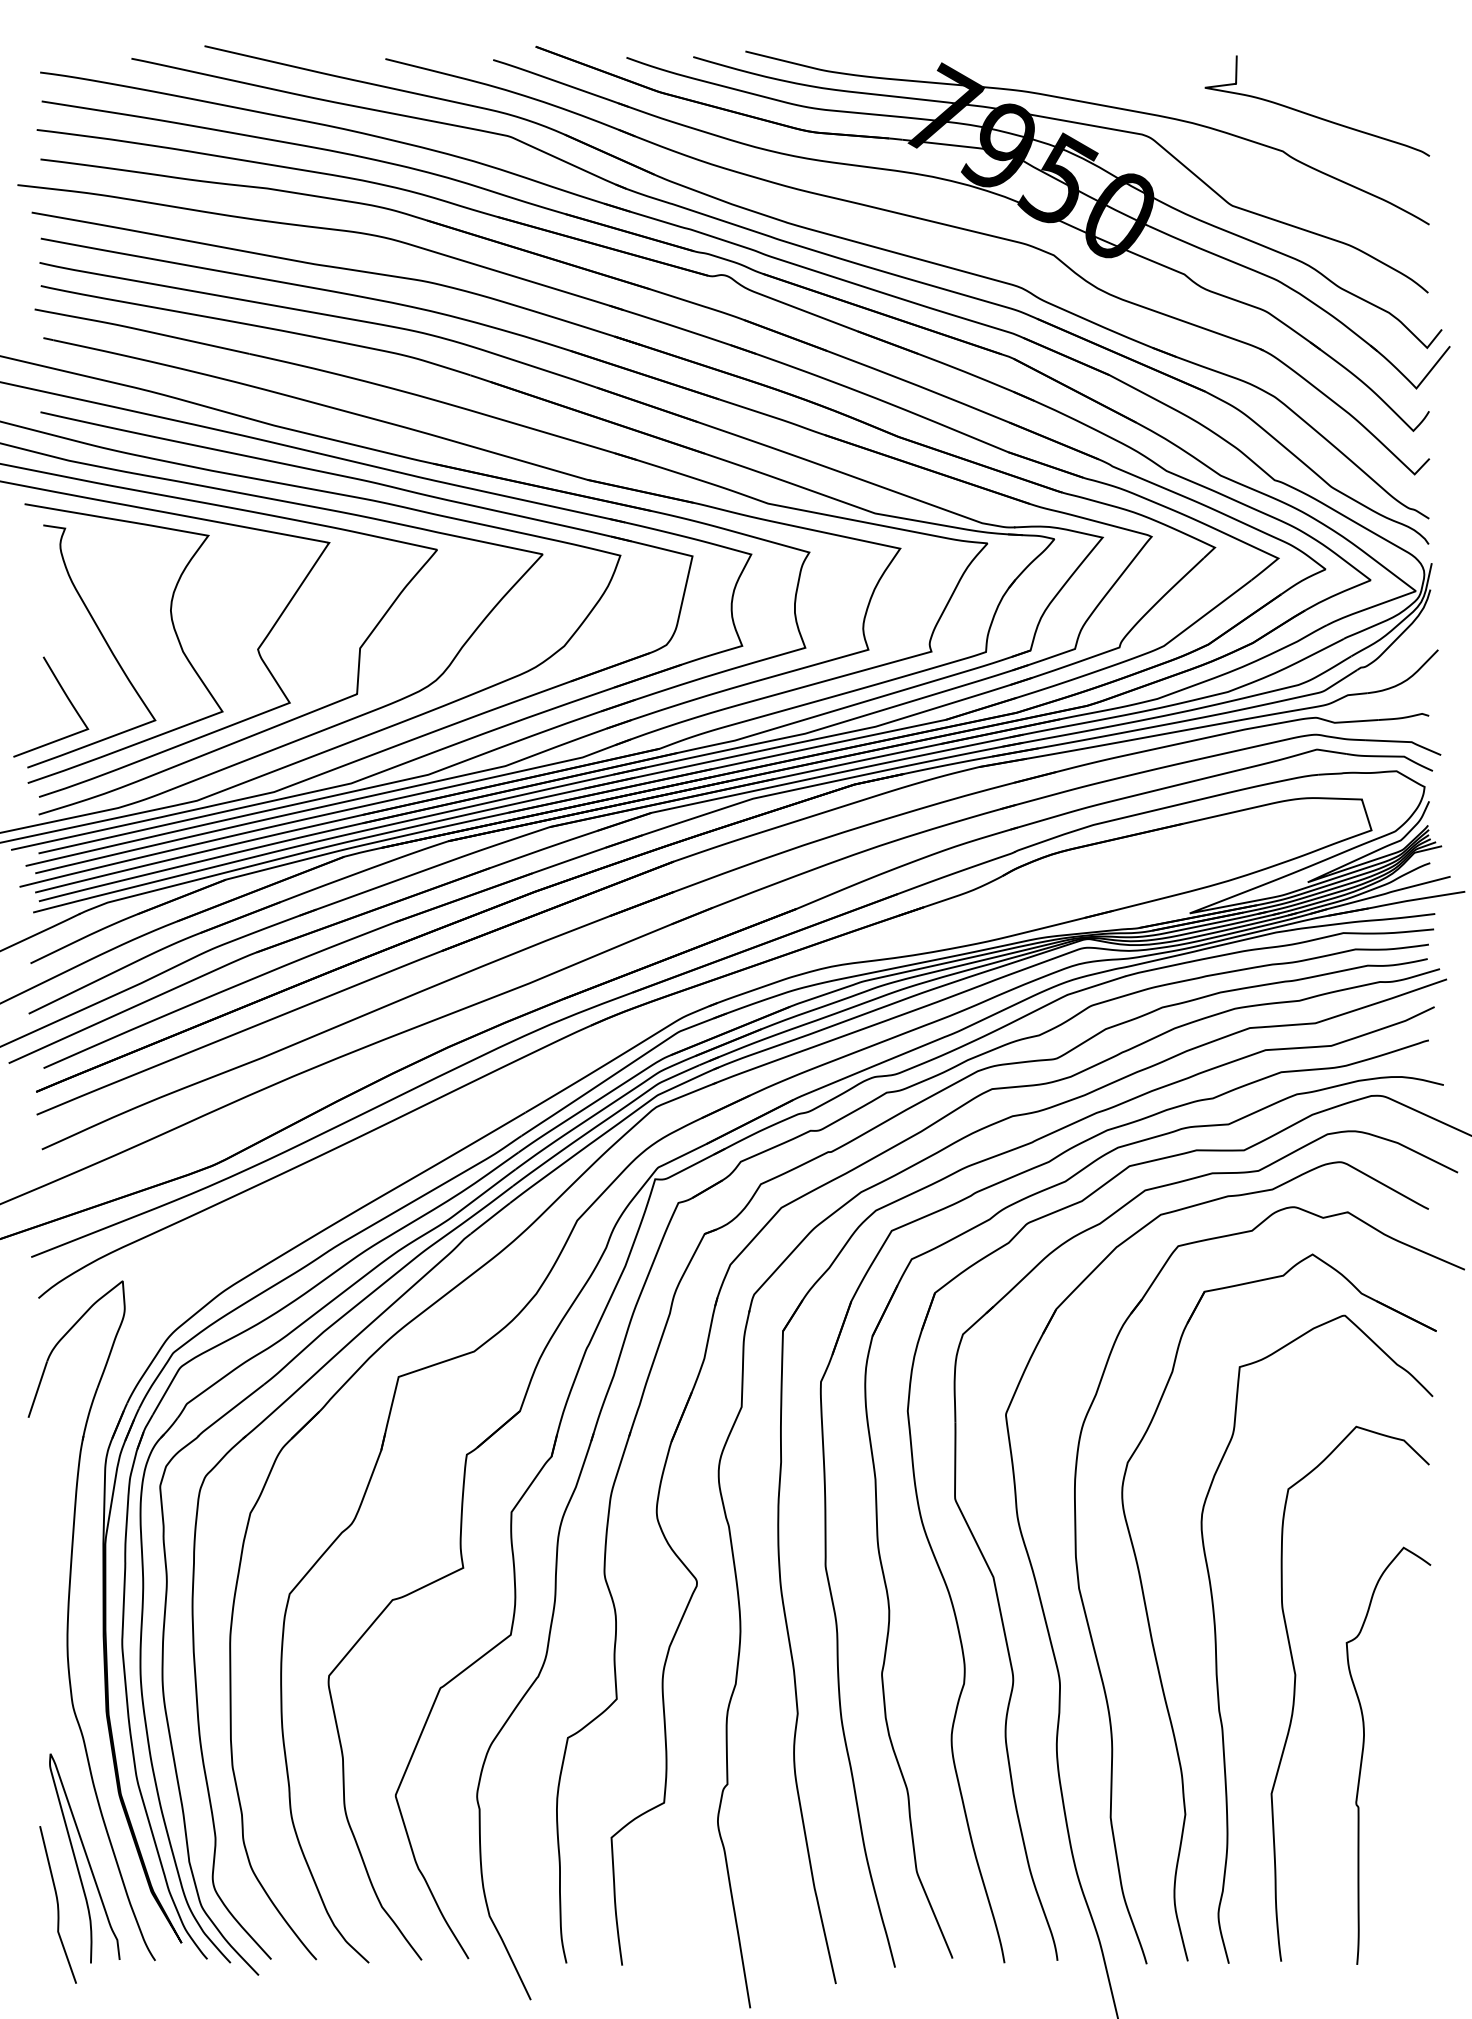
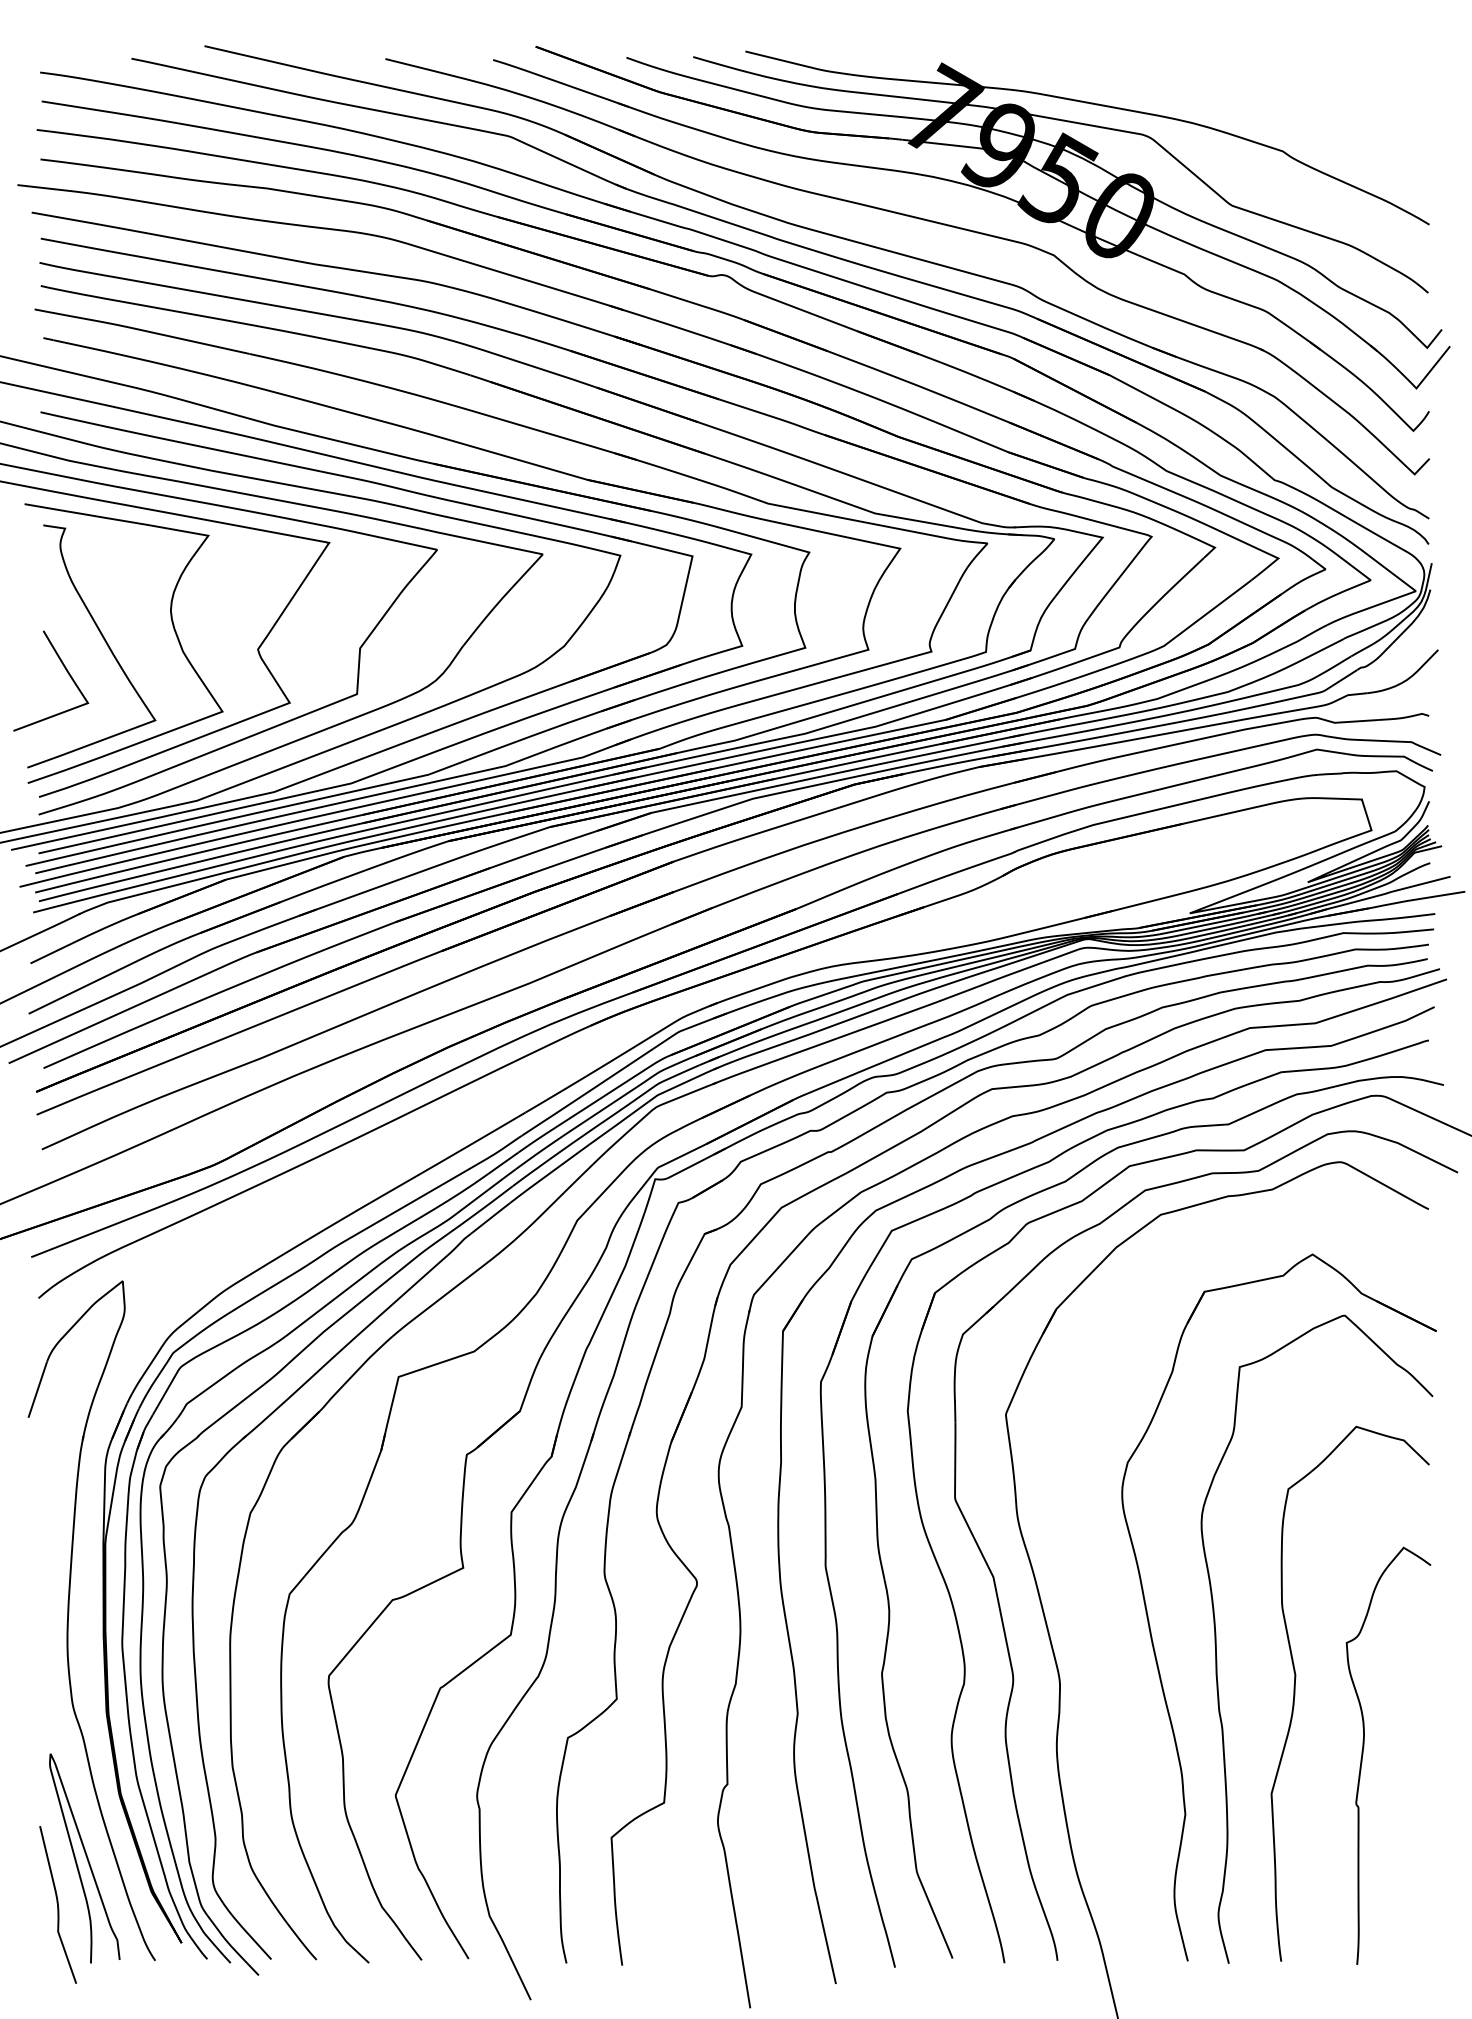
curve at (1315, 115): present -> none
curve at (67, 699) position: (67, 699) -> (67, 673)
part at (1090, 1629): present -> none
